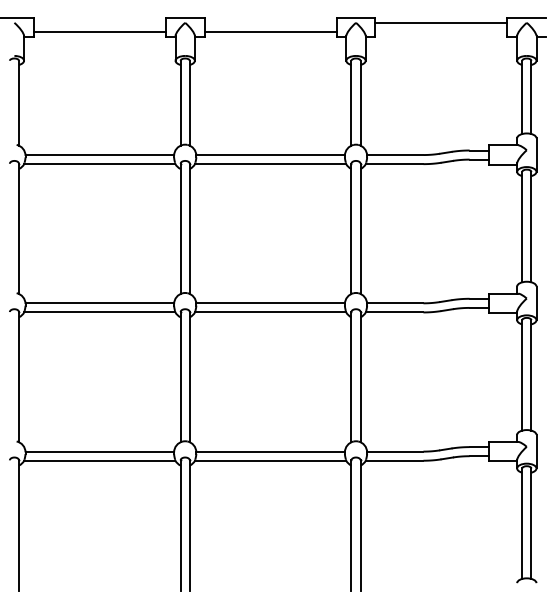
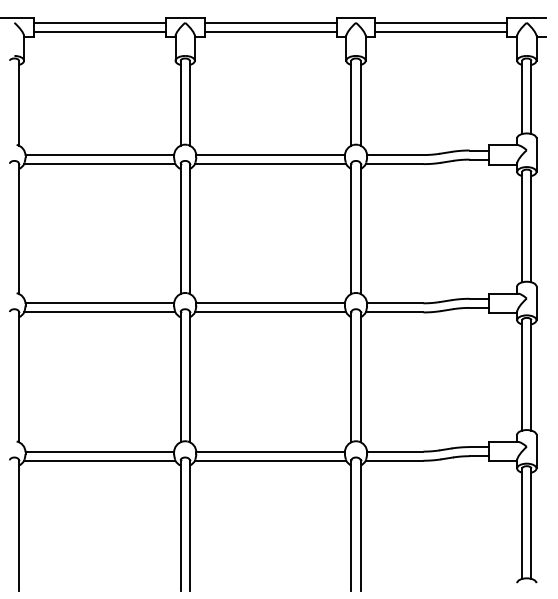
line at (99, 23): none -> present
line at (270, 23): none -> present
line at (441, 32): none -> present
